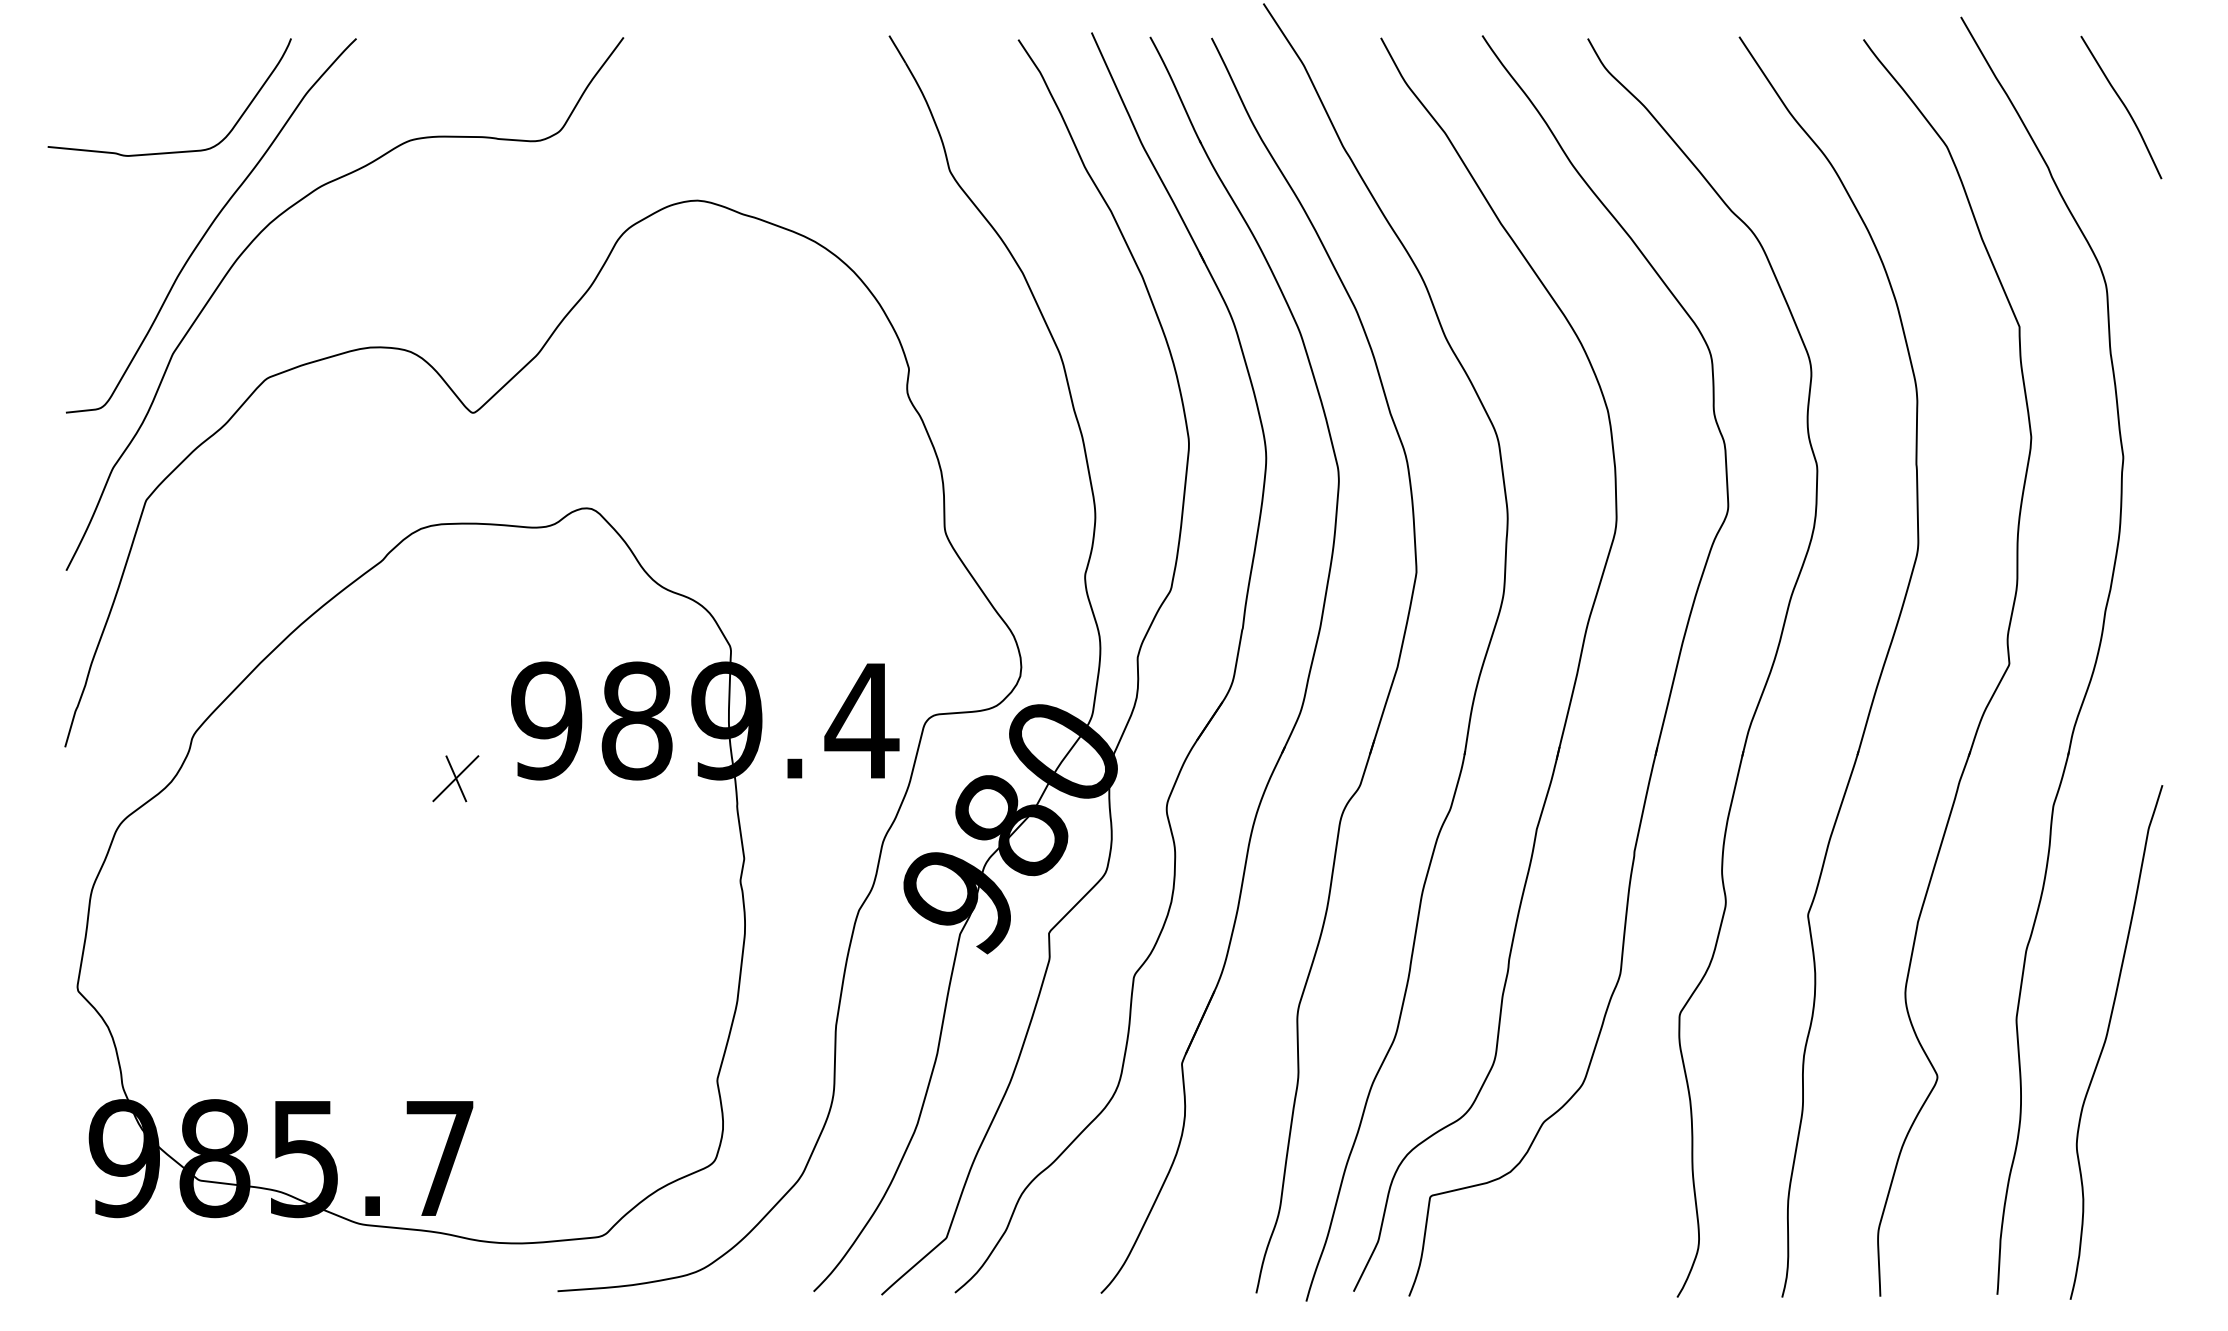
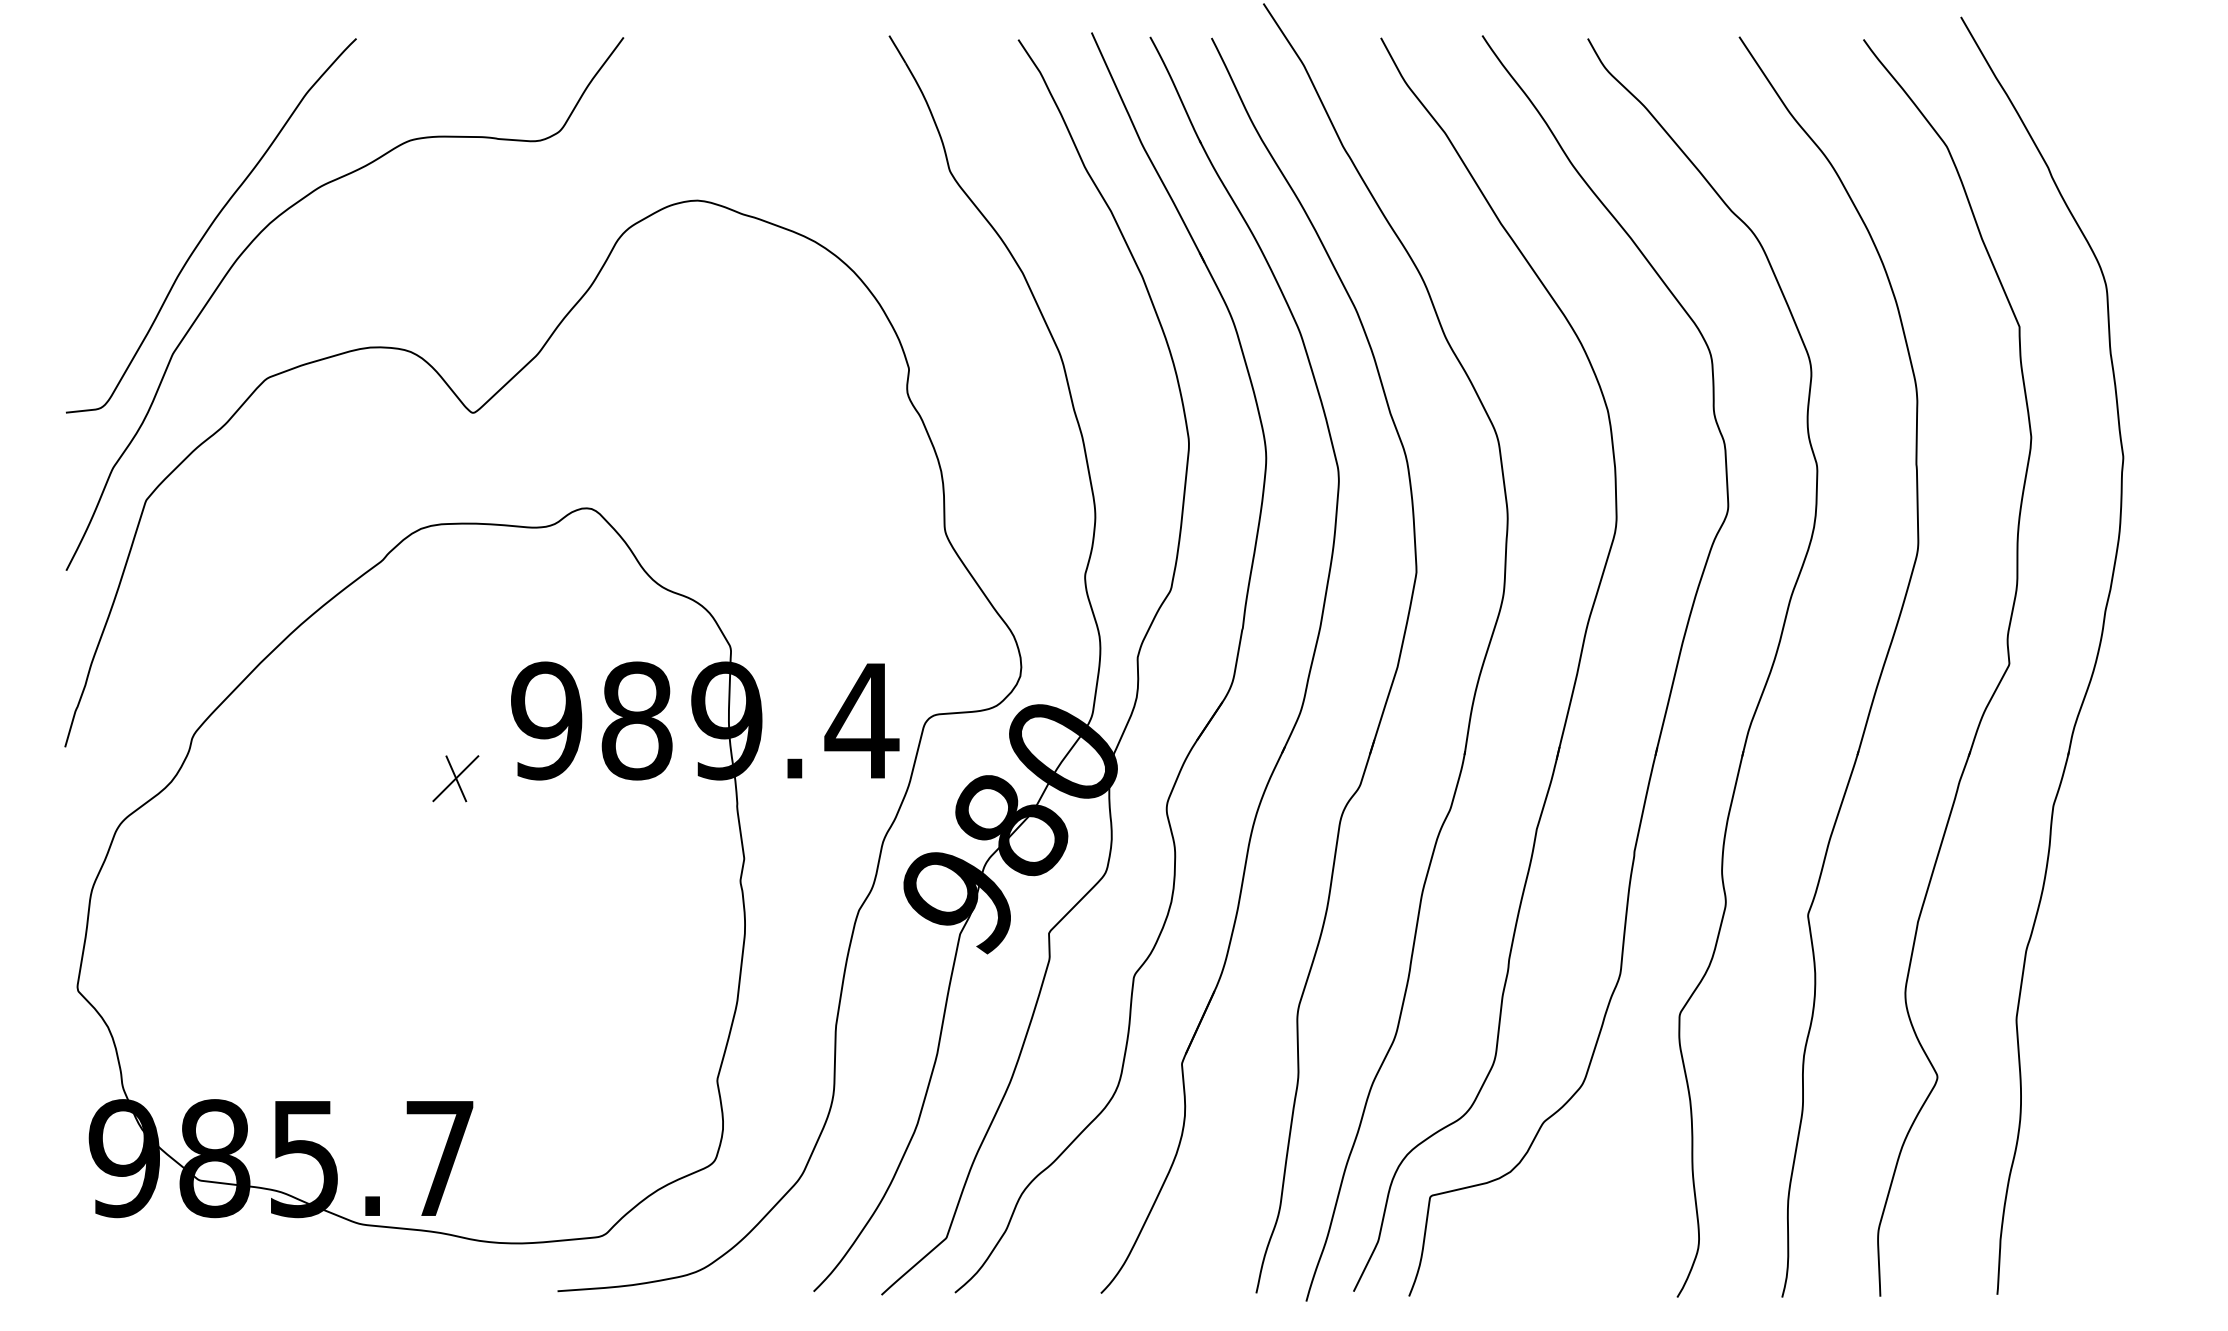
curve at (2123, 105): present -> none
curve at (171, 151): present -> none
curve at (2106, 1041): present -> none
